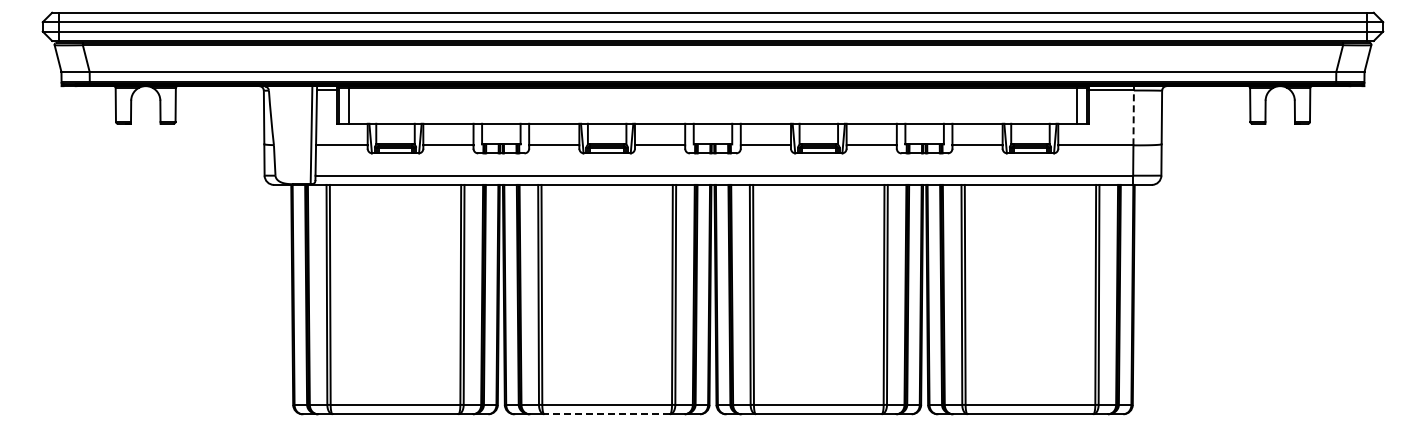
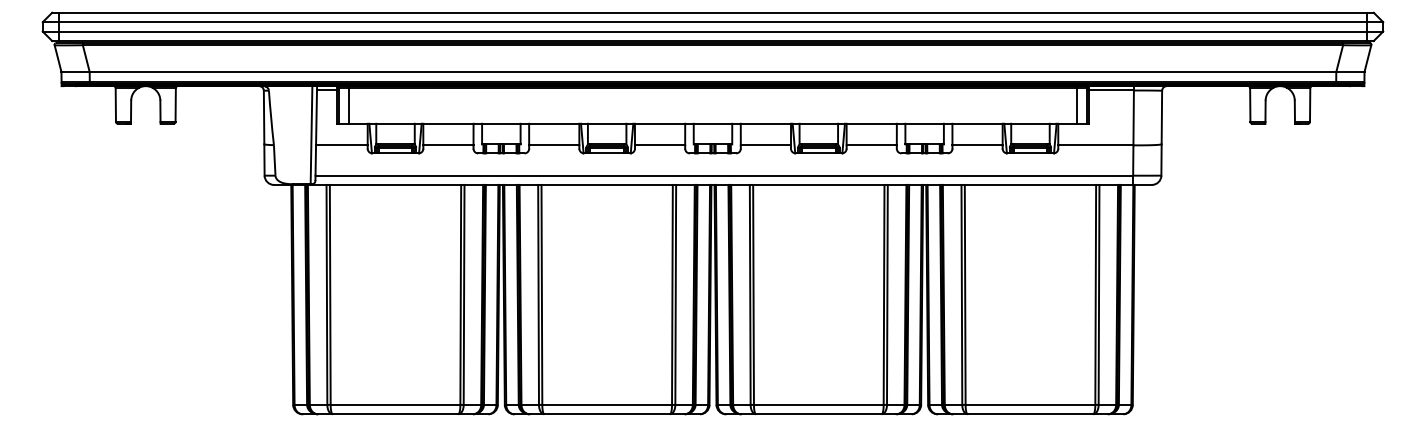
line at (1133, 117): dashed -> solid
line at (607, 414): dashed -> solid
